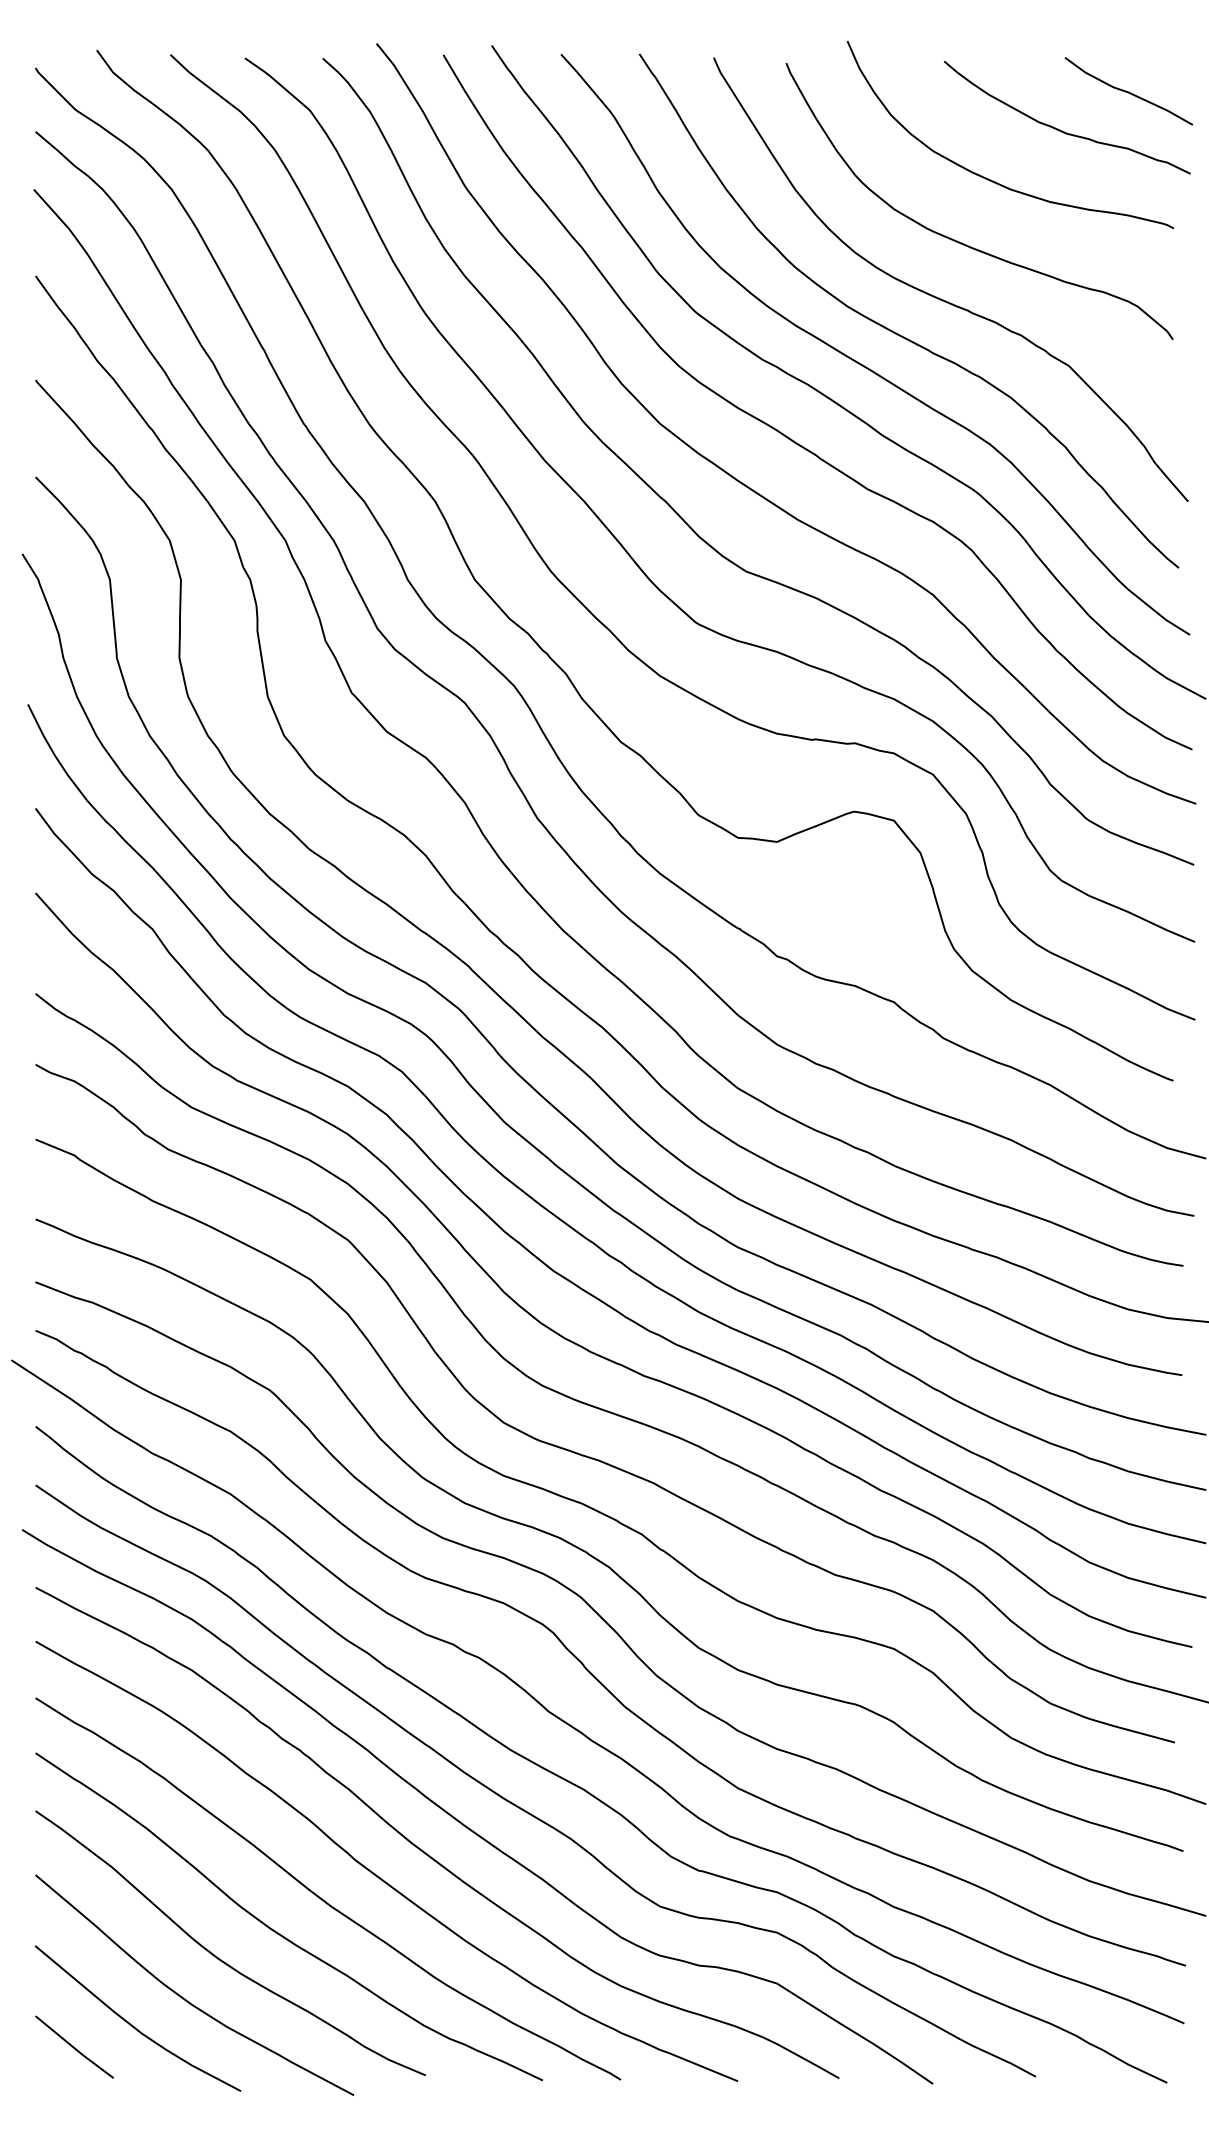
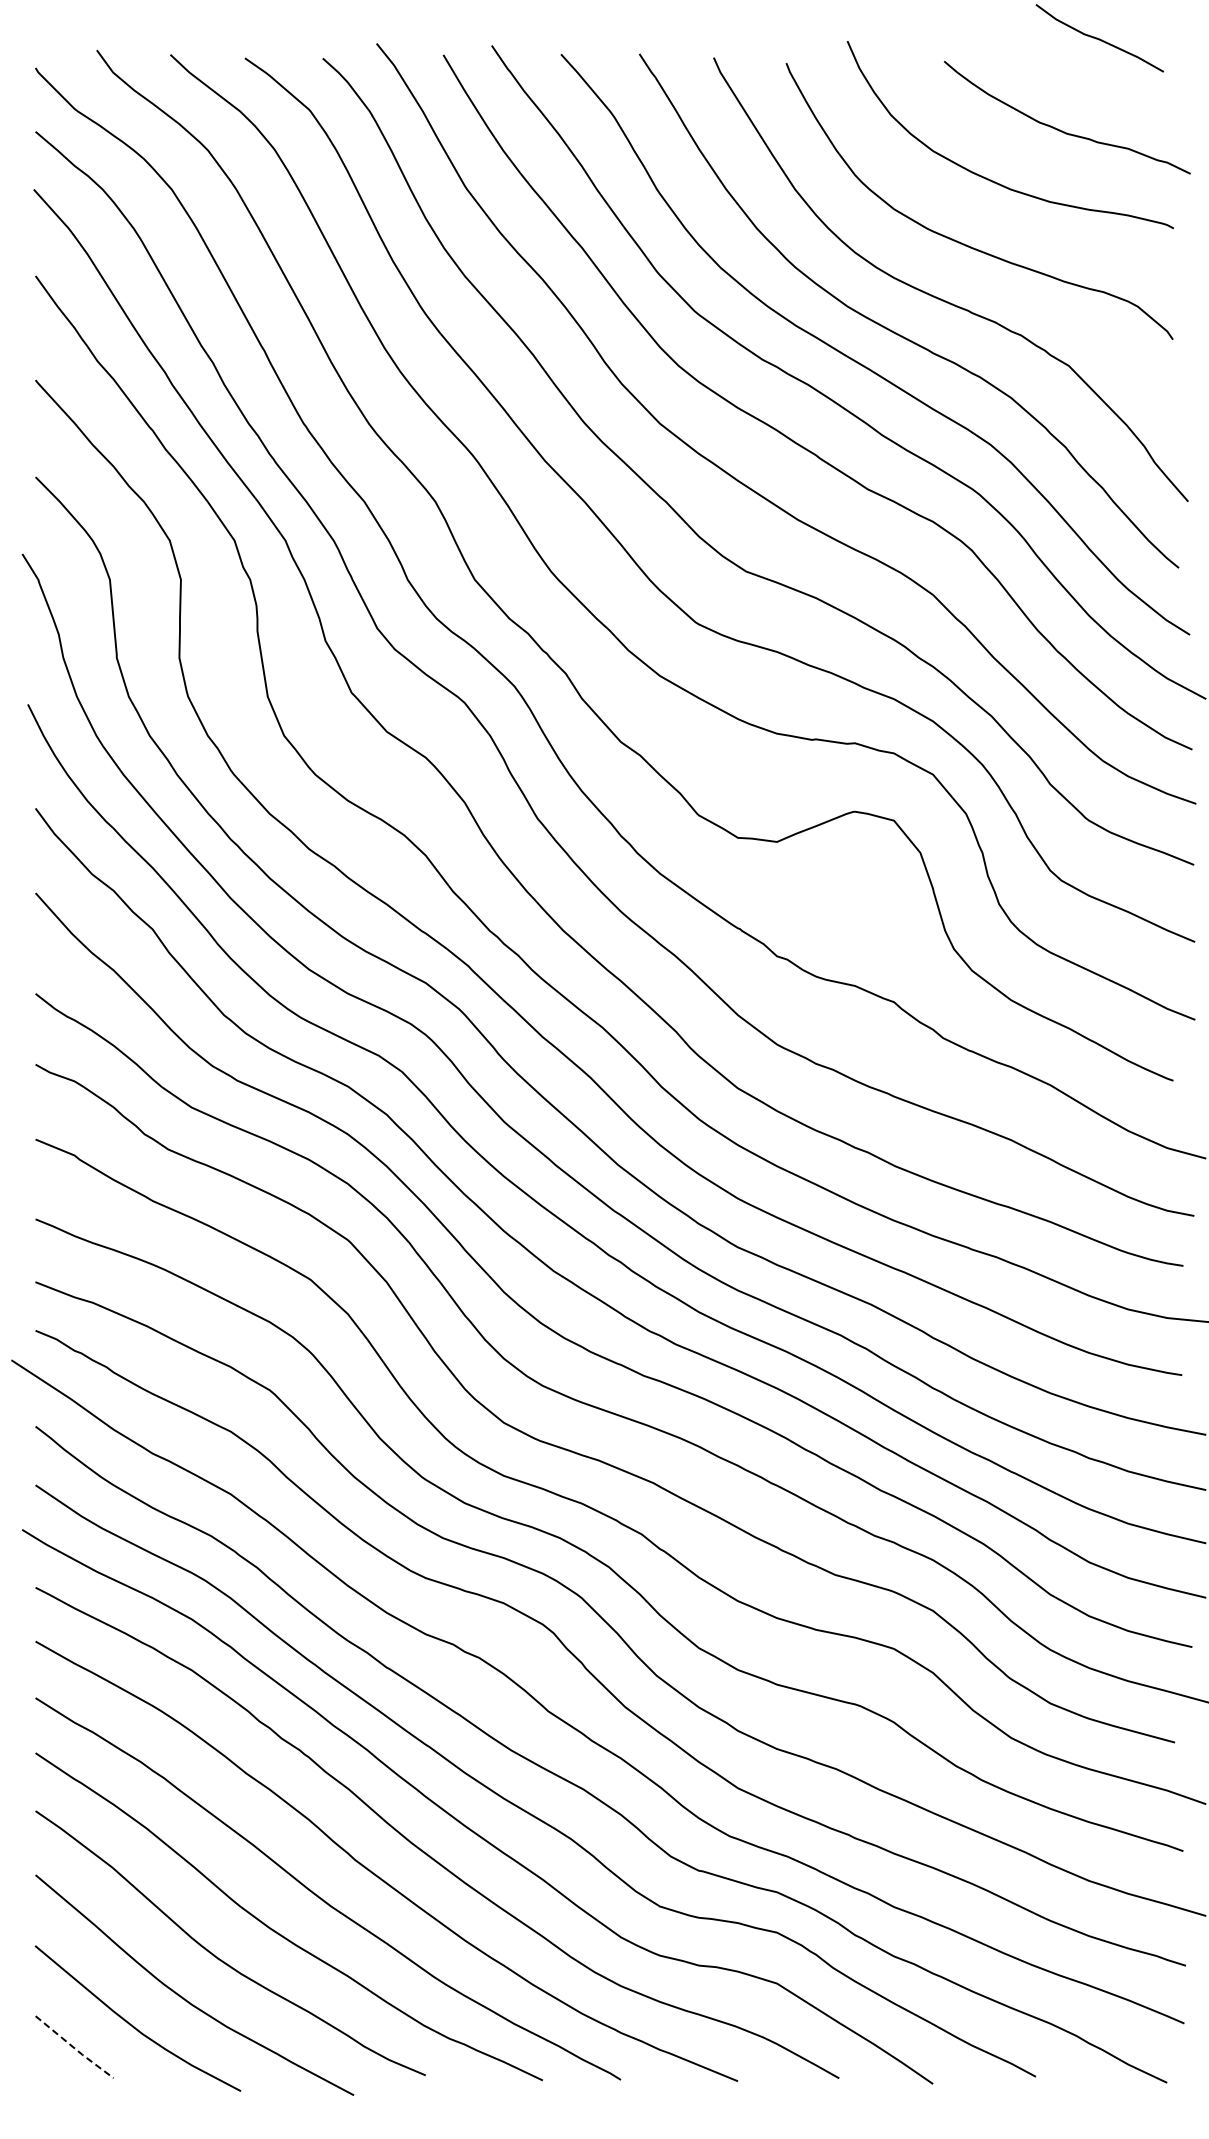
curve at (1128, 91) position: (1128, 91) -> (1099, 38)
line at (74, 2048): solid -> dashed
